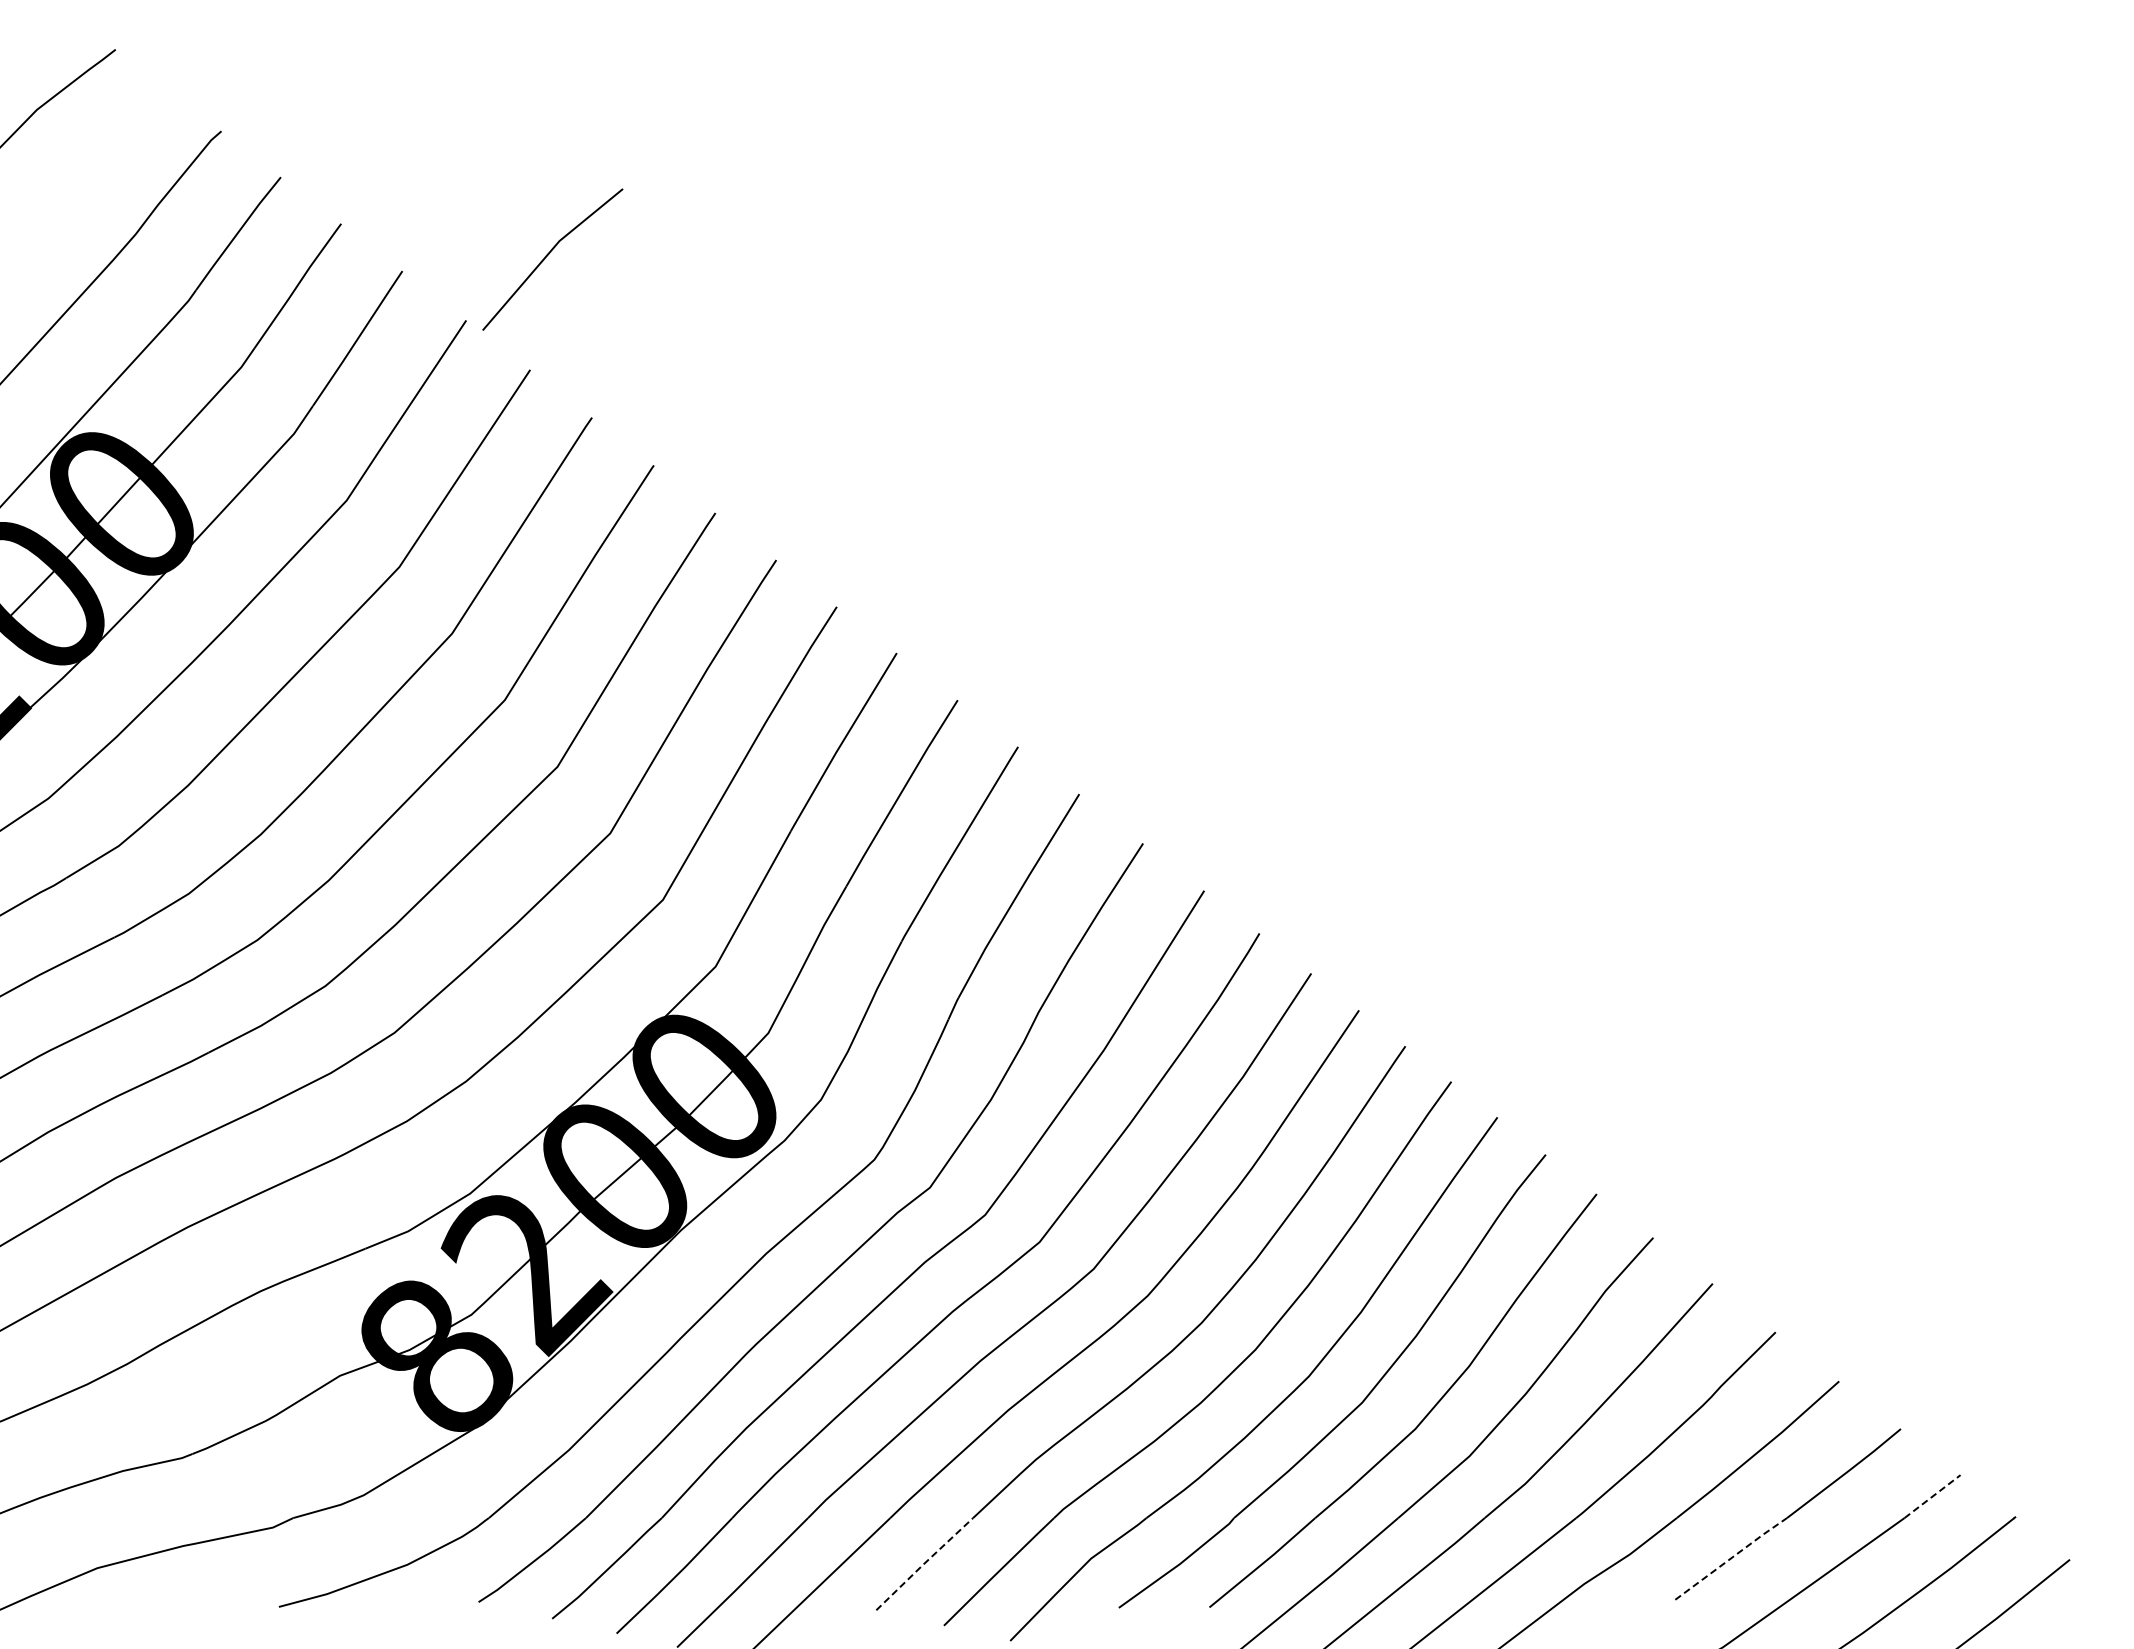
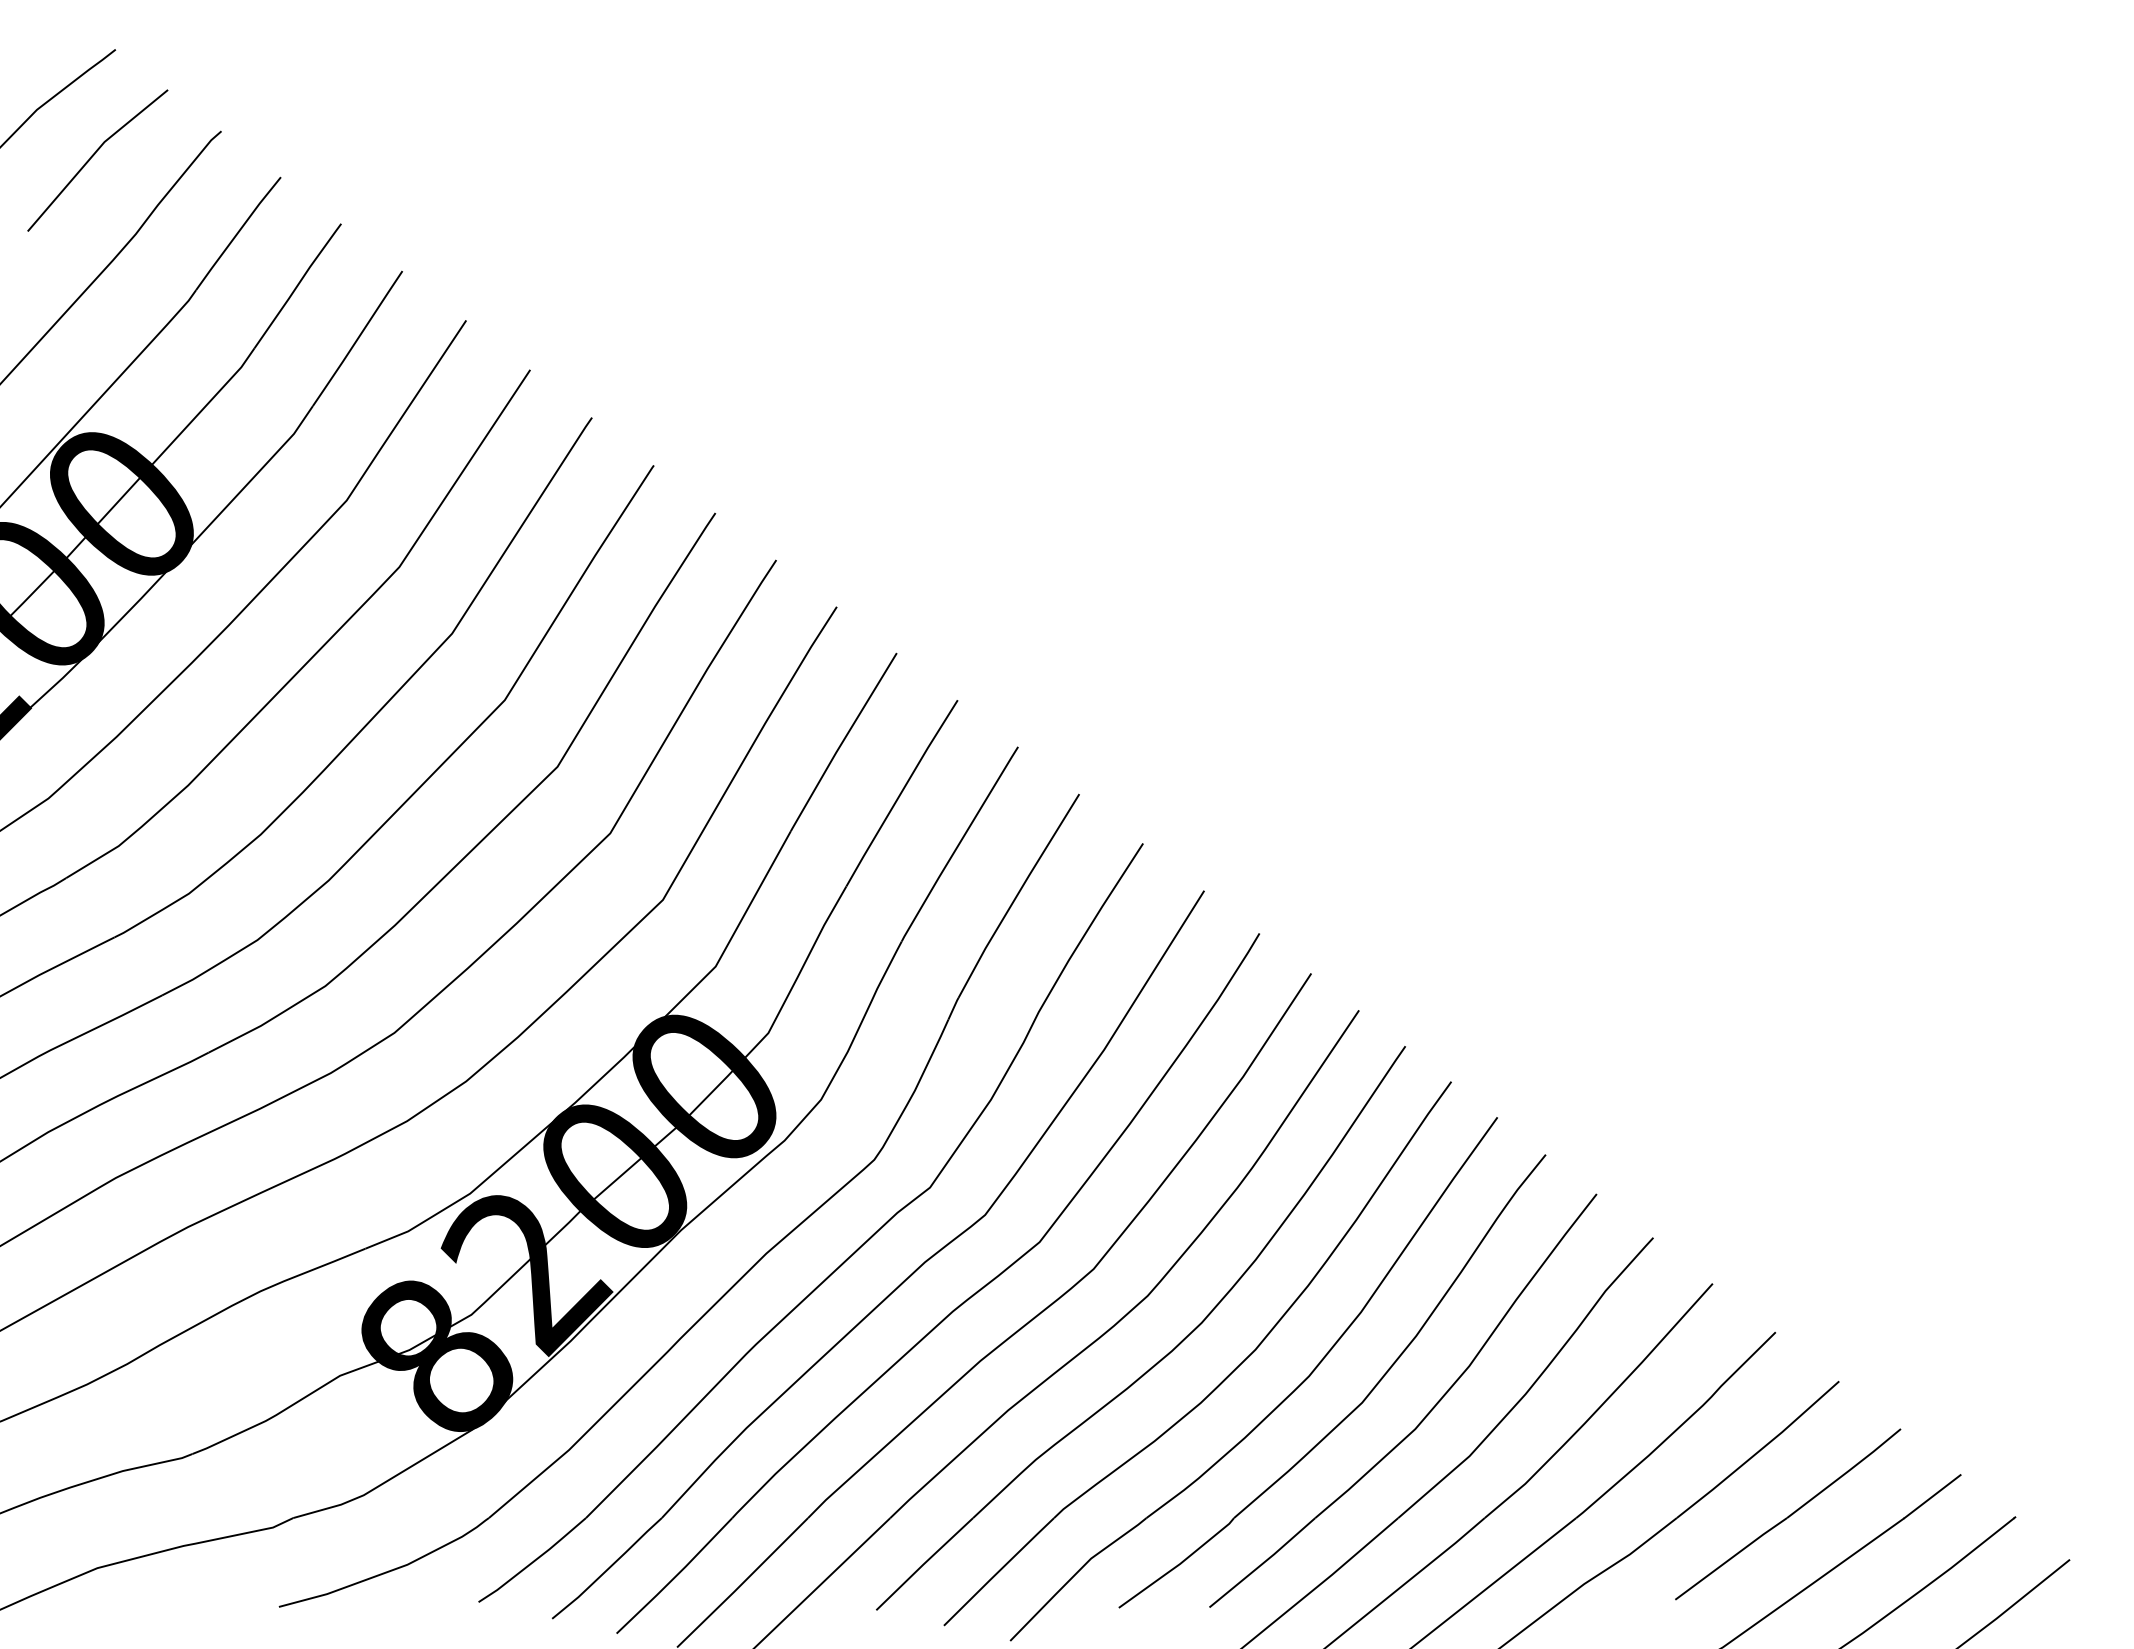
line at (548, 255) position: (548, 255) -> (93, 156)
line at (1932, 1496): dashed -> solid
line at (1731, 1558): dashed -> solid
line at (924, 1563): dashed -> solid
